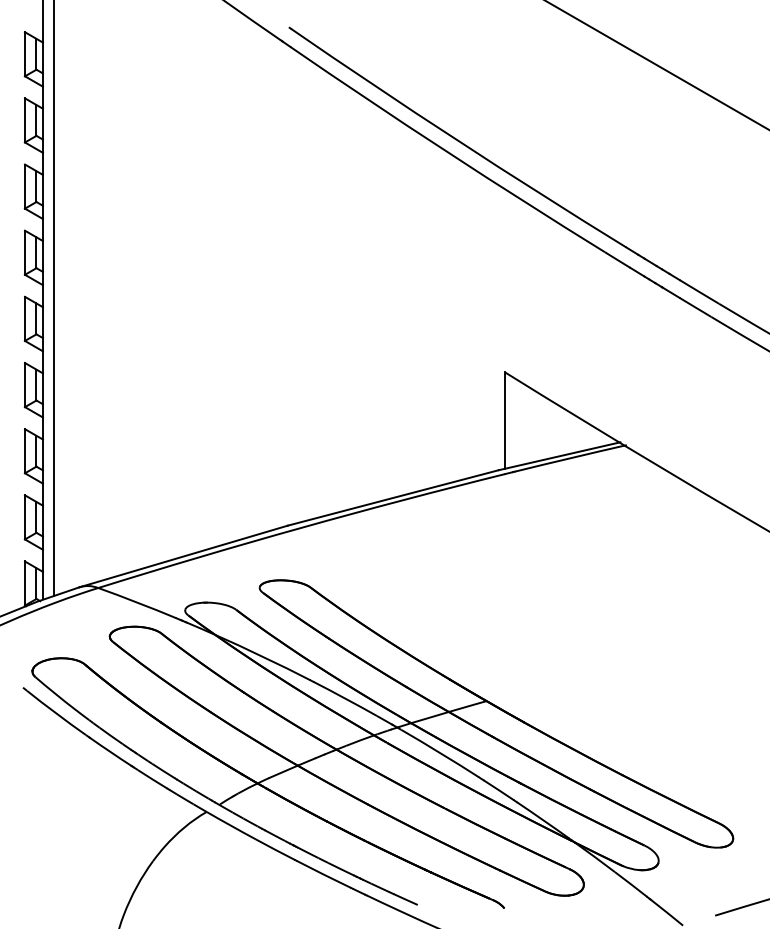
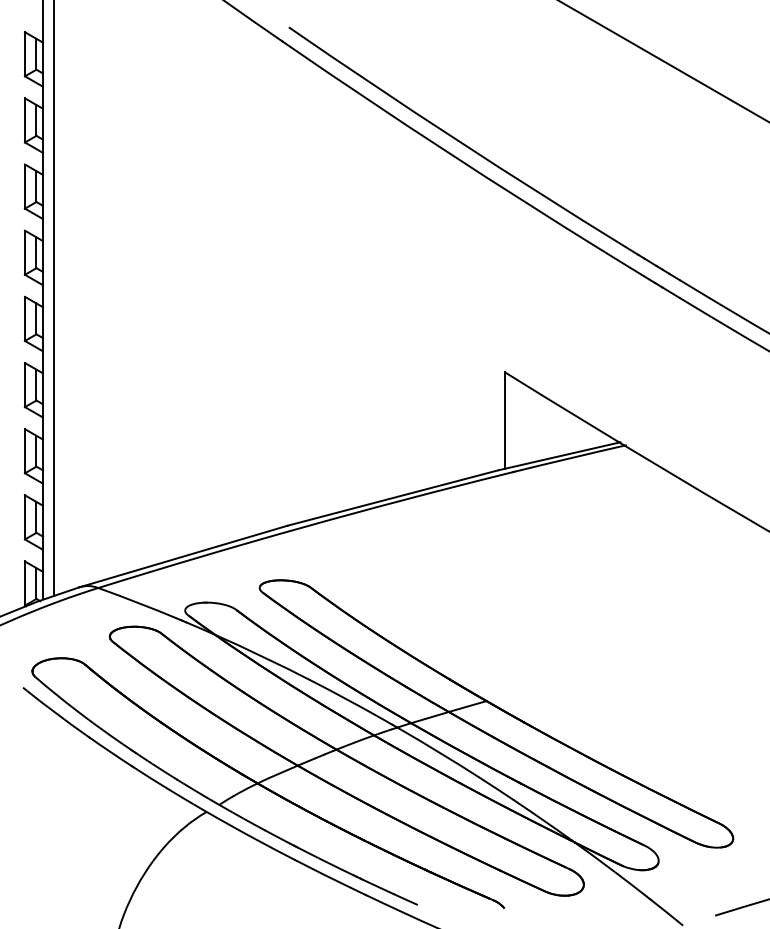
line at (657, 65) position: (657, 65) -> (663, 61)
